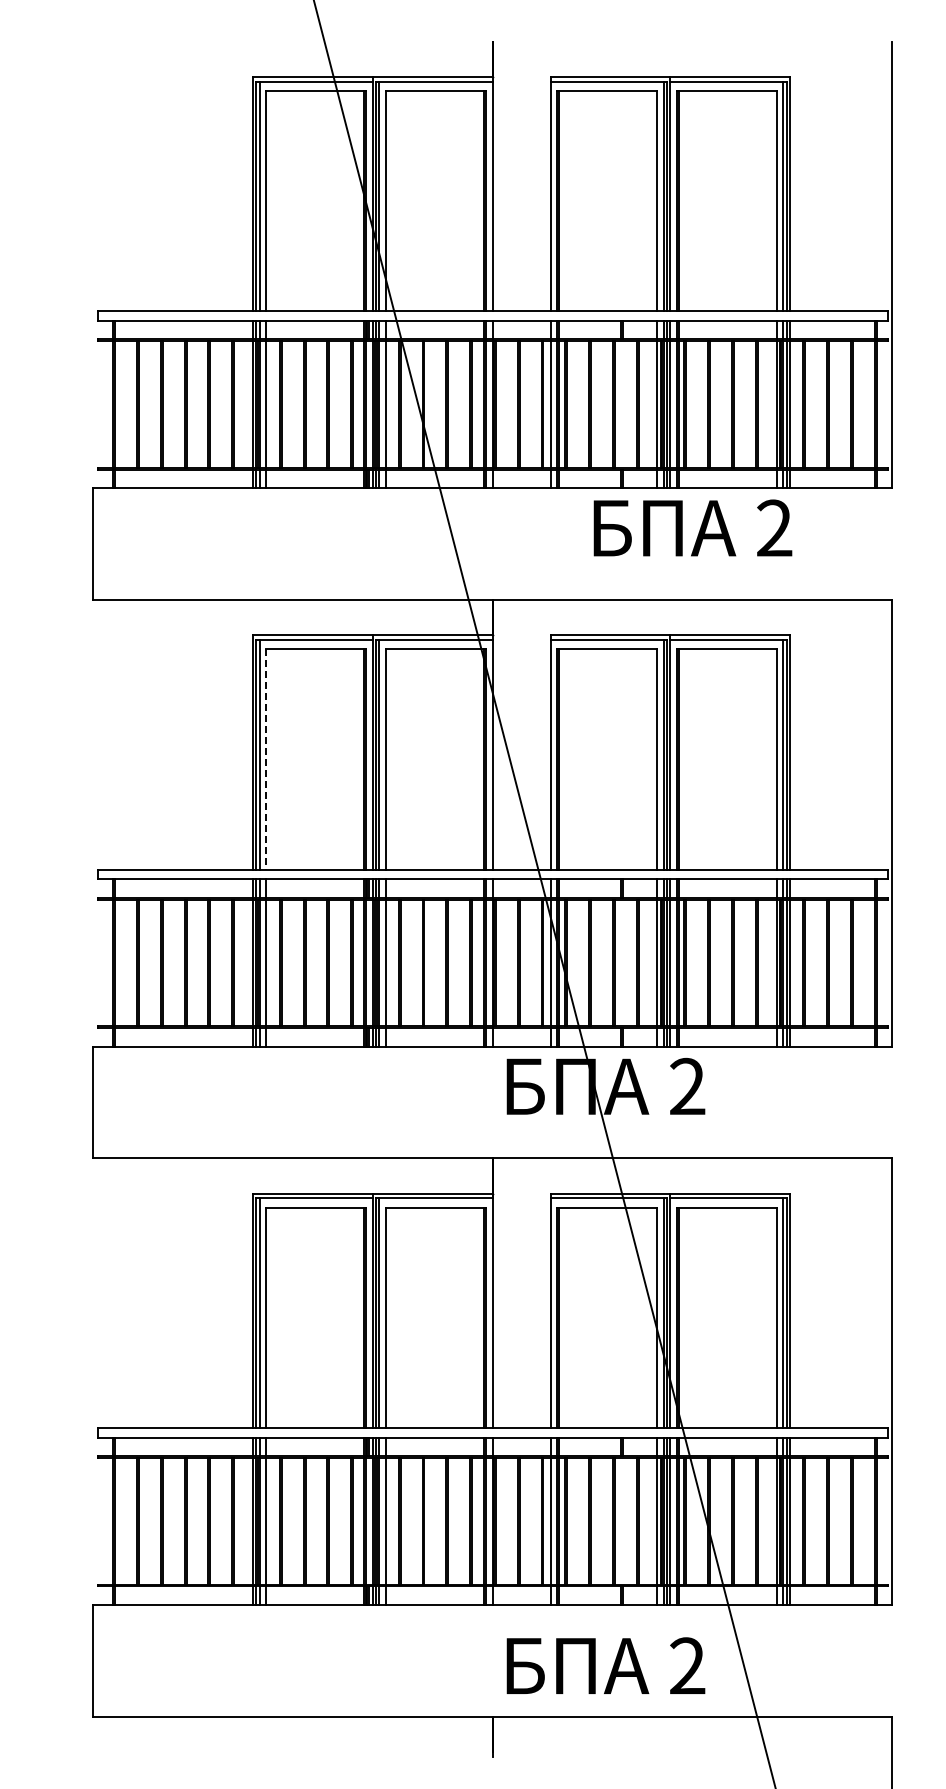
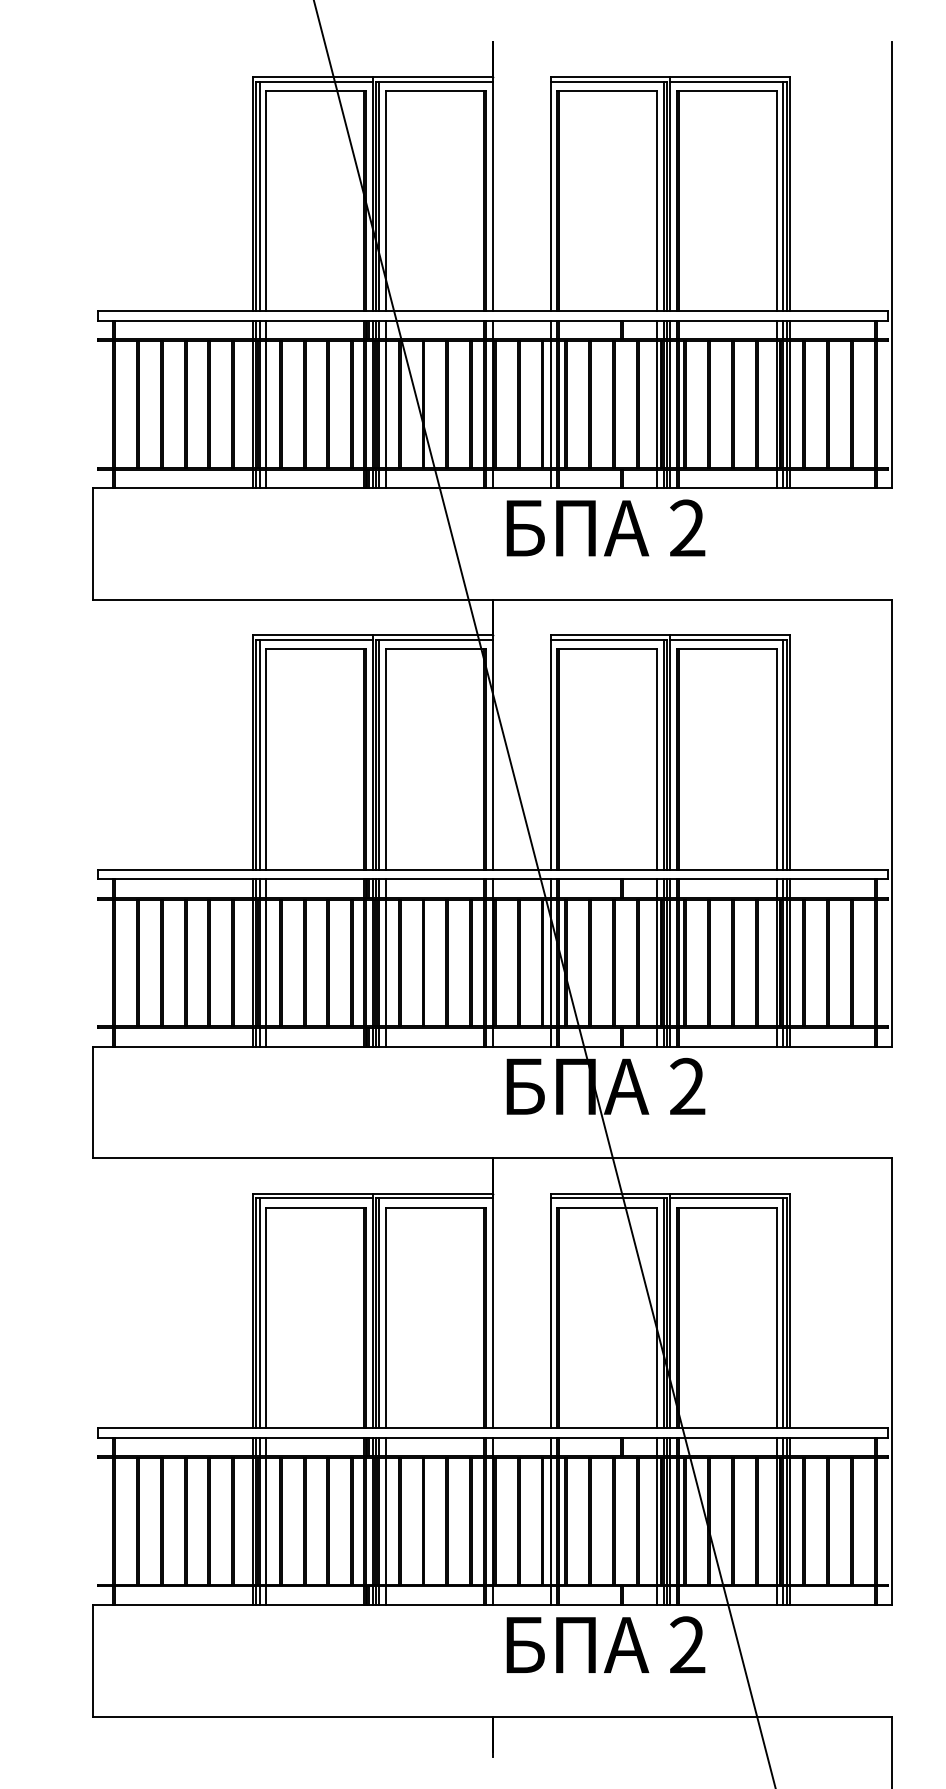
text at (692, 527) position: (692, 527) -> (605, 527)
line at (266, 760): dashed -> solid
text at (605, 1665) position: (605, 1665) -> (605, 1644)
